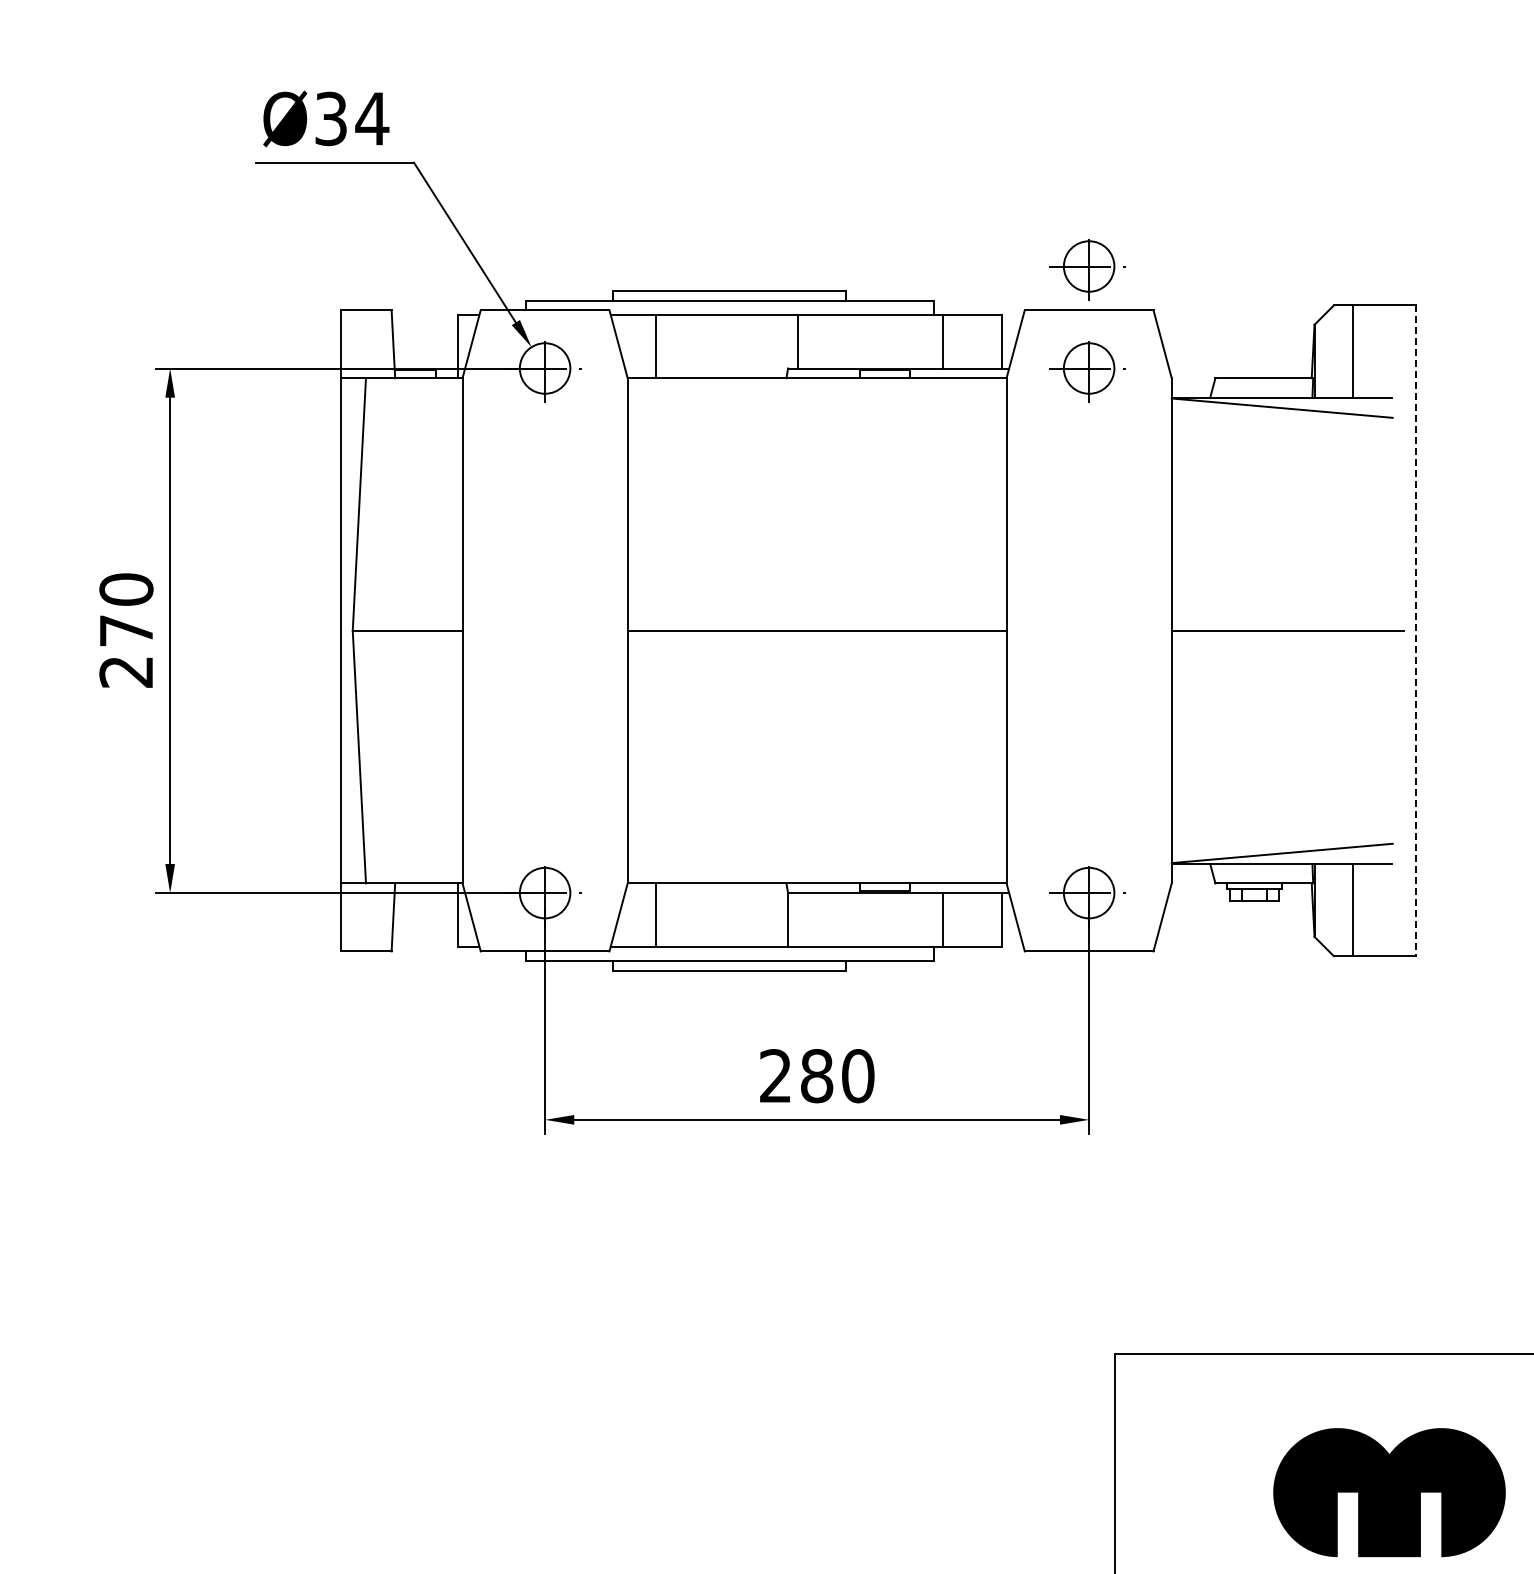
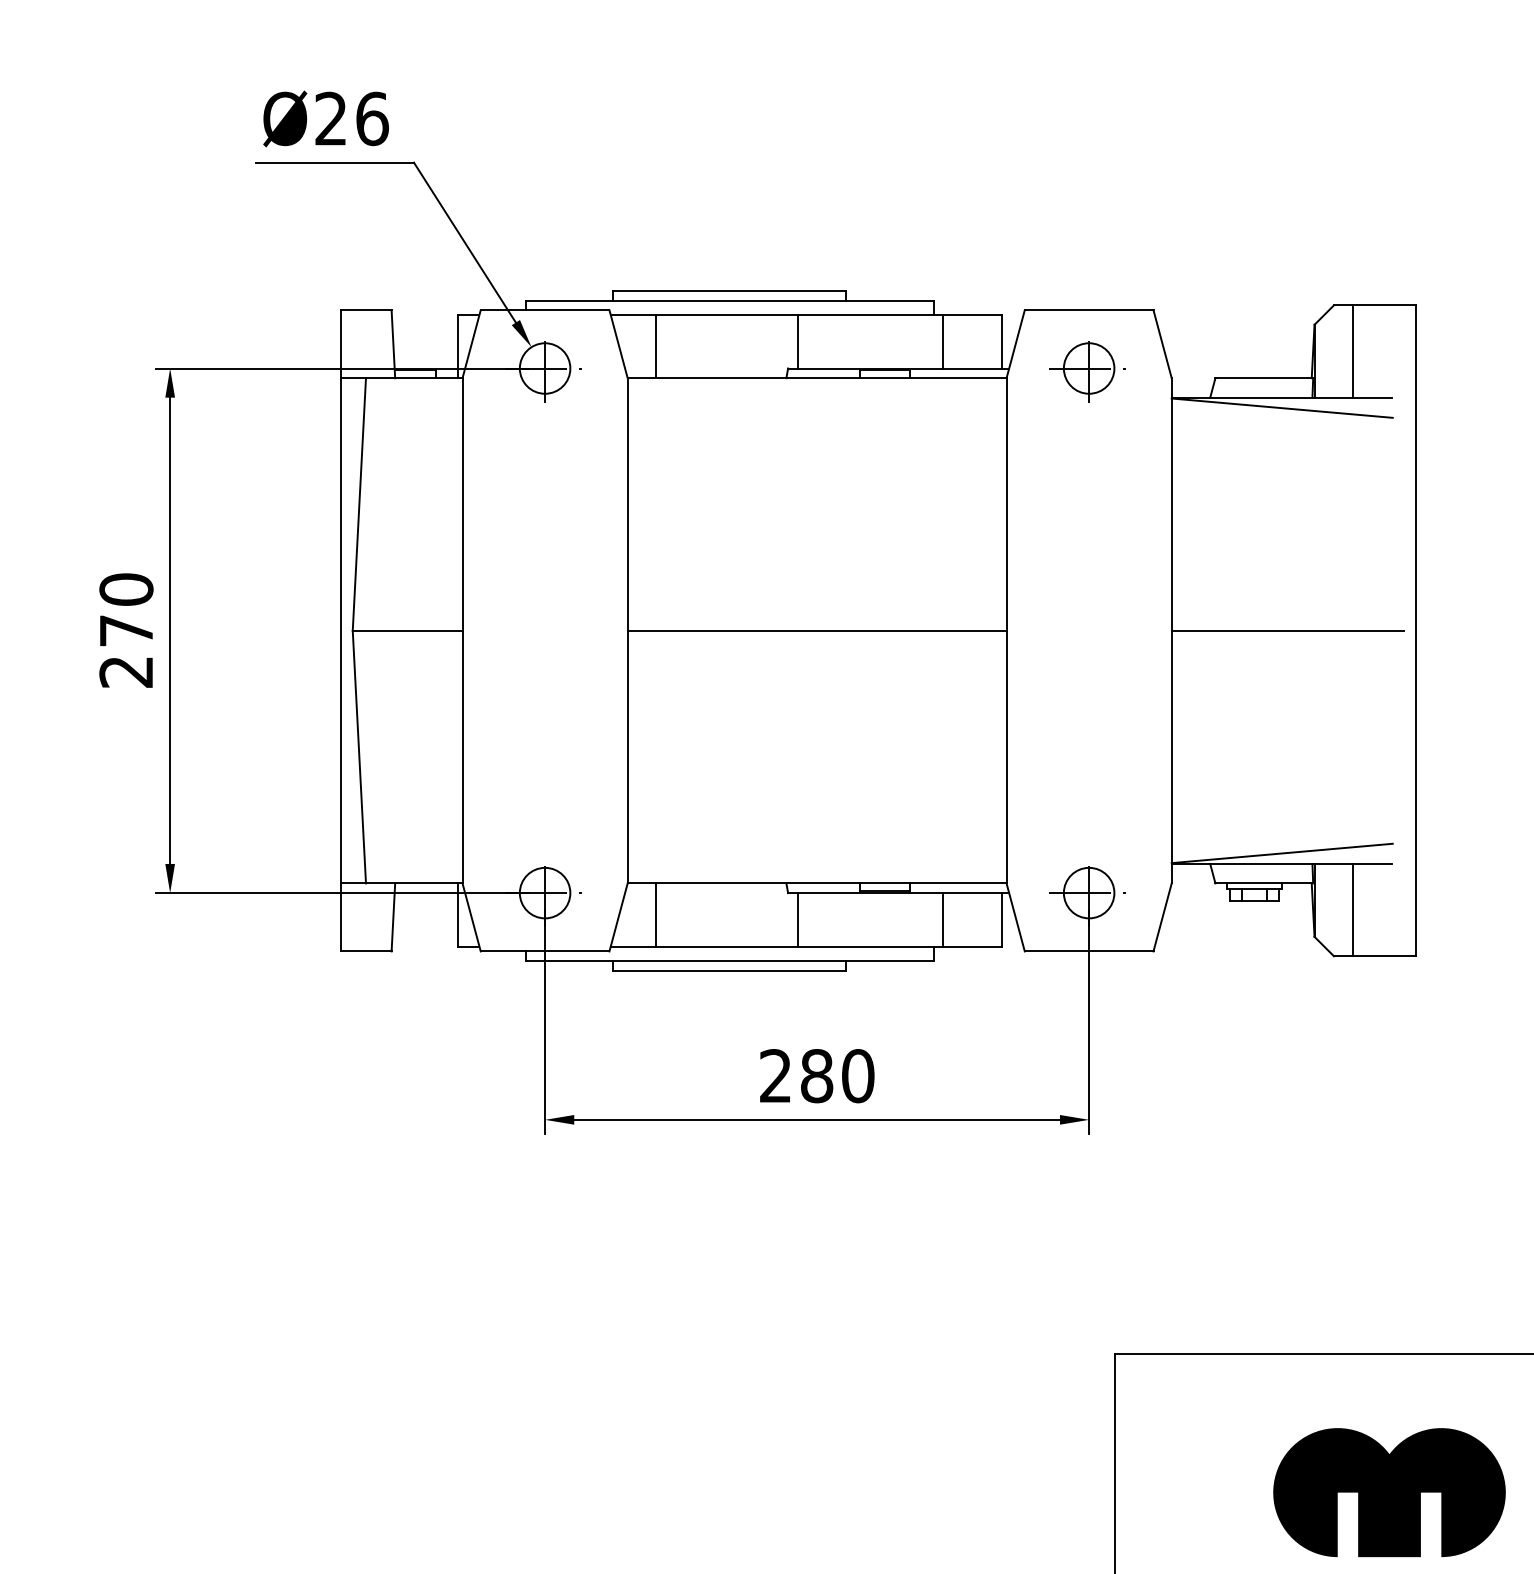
text at (352, 118): Ø34 -> Ø26
part at (1087, 269): present -> none
line at (1415, 631): dashed -> solid
line at (787, 919) position: (787, 919) -> (797, 919)
